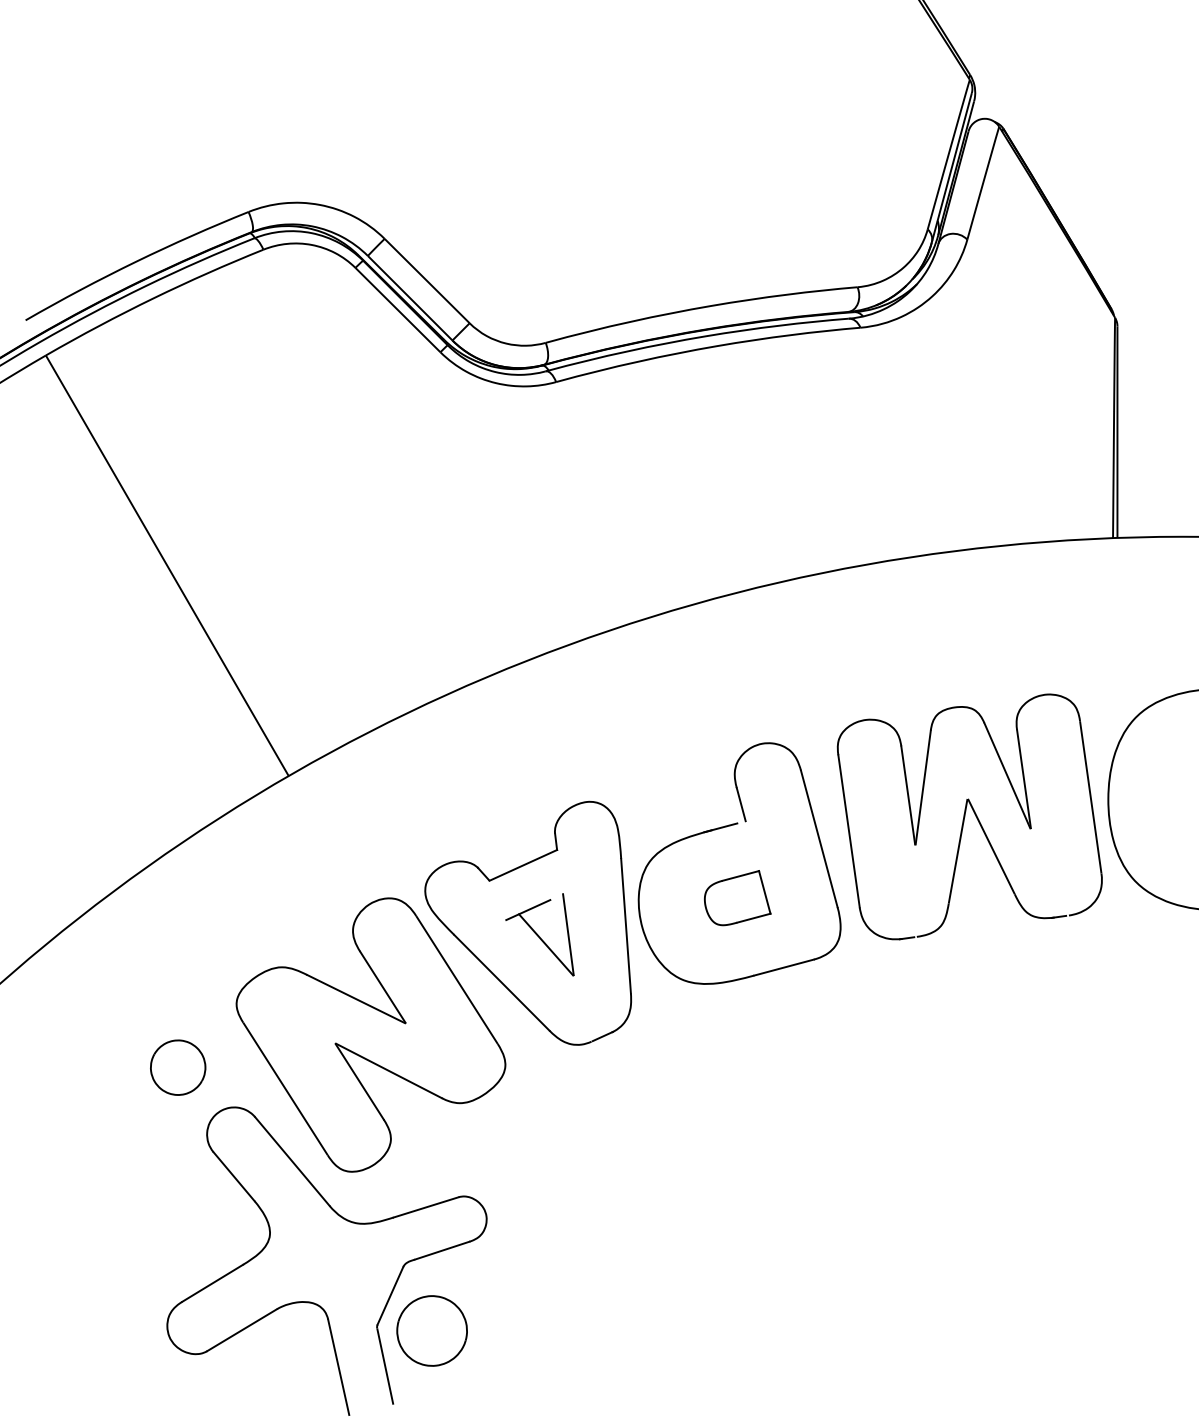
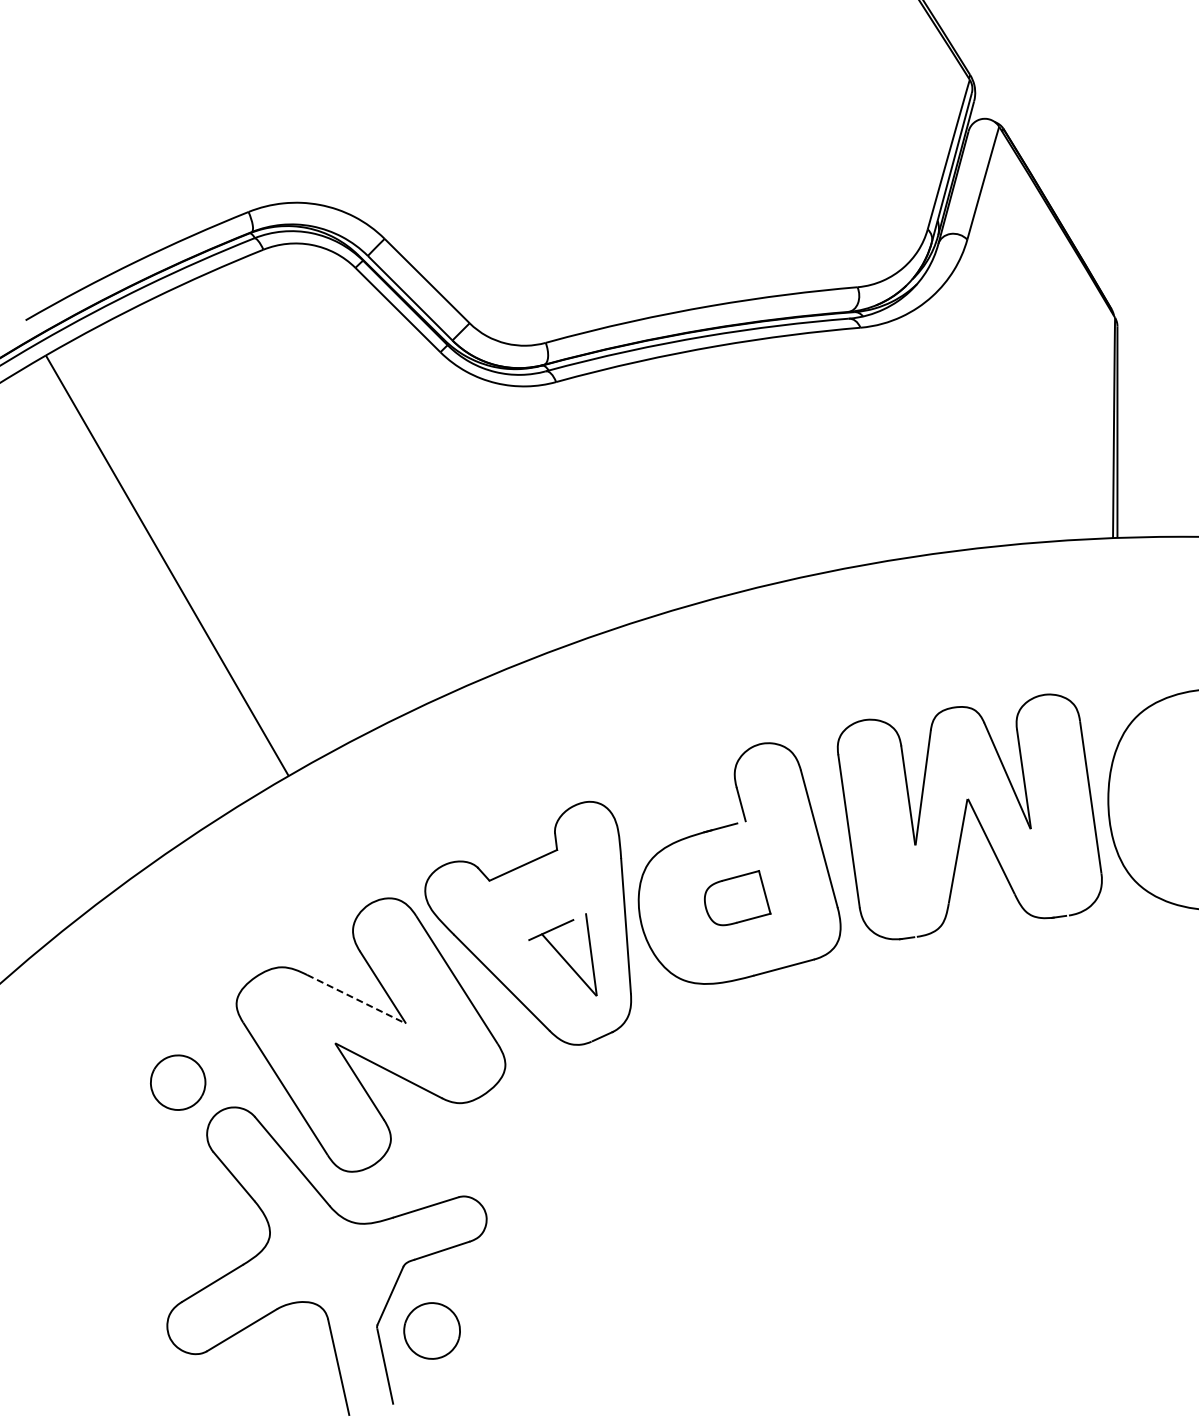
part at (539, 934) position: (539, 934) -> (562, 954)
line at (356, 999): solid -> dashed
part at (178, 1067) position: (178, 1067) -> (178, 1082)
part at (431, 1330) size: 72x72 px -> 58x58 px
